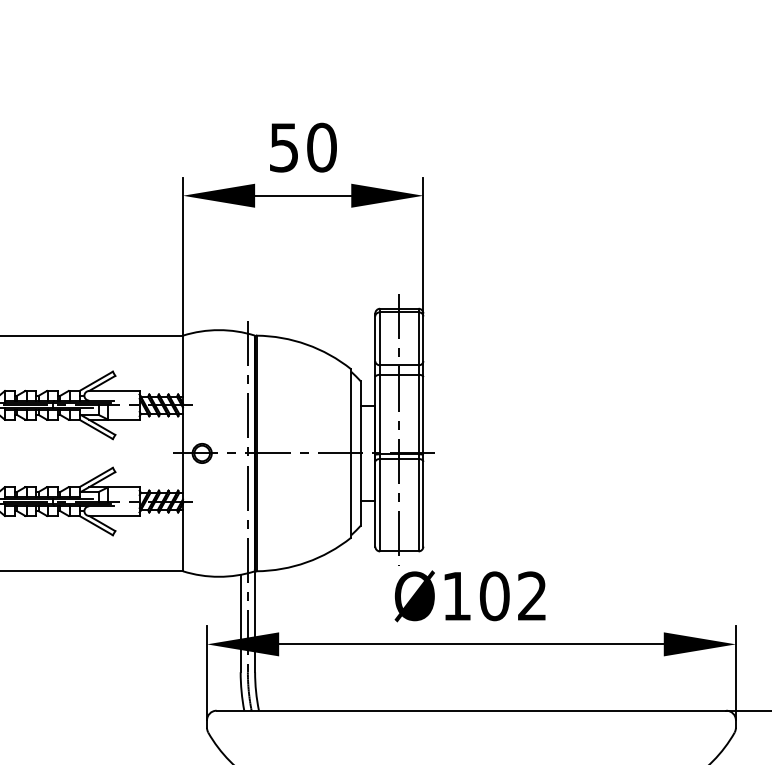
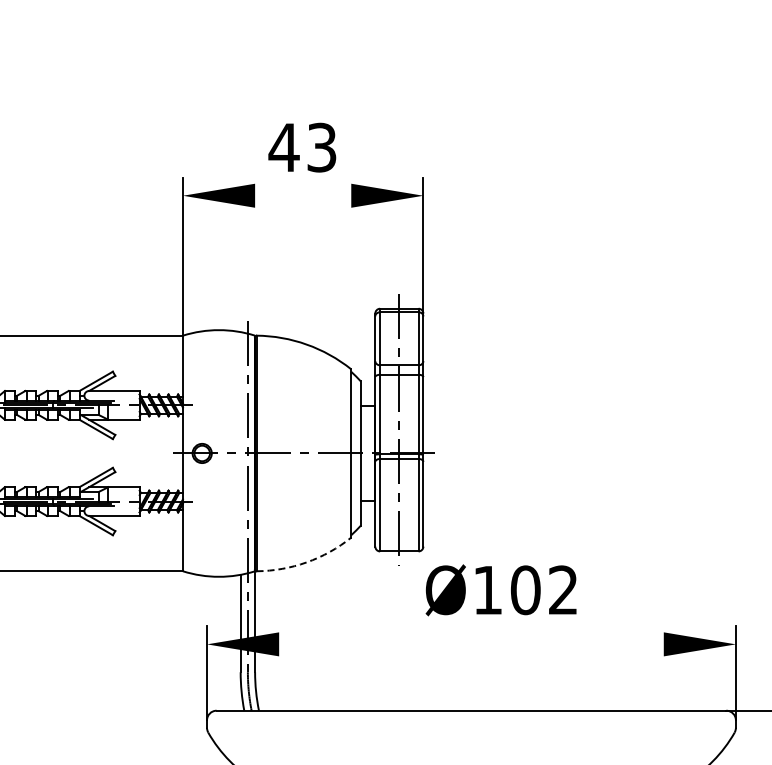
text at (302, 147): 50 -> 43
line at (303, 195): present -> none
arc at (306, 562): solid -> dashed
text at (469, 596) position: (469, 596) -> (500, 590)
line at (471, 644): present -> none
